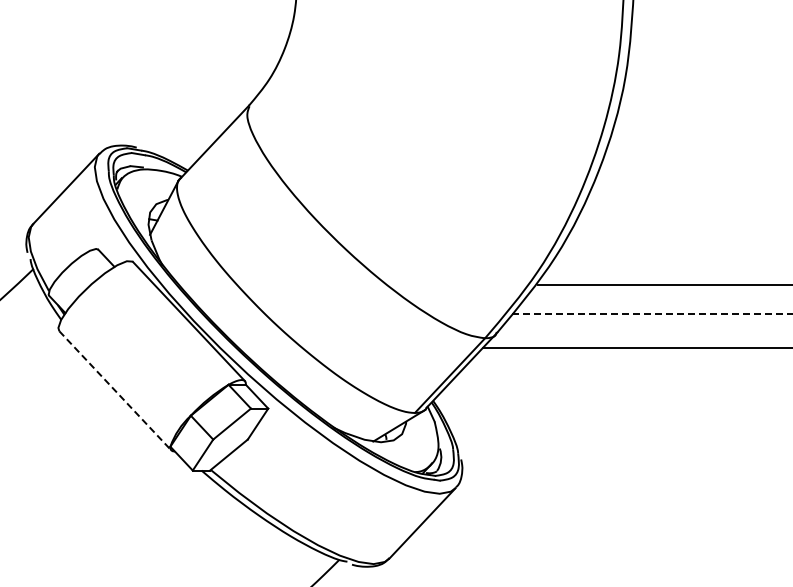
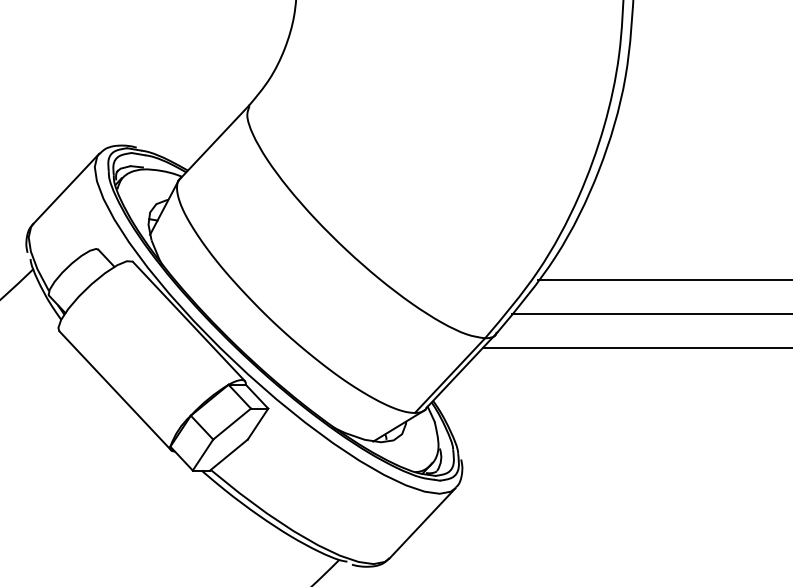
line at (663, 285) position: (663, 285) -> (663, 280)
line at (652, 313): dashed -> solid
line at (115, 390): dashed -> solid
